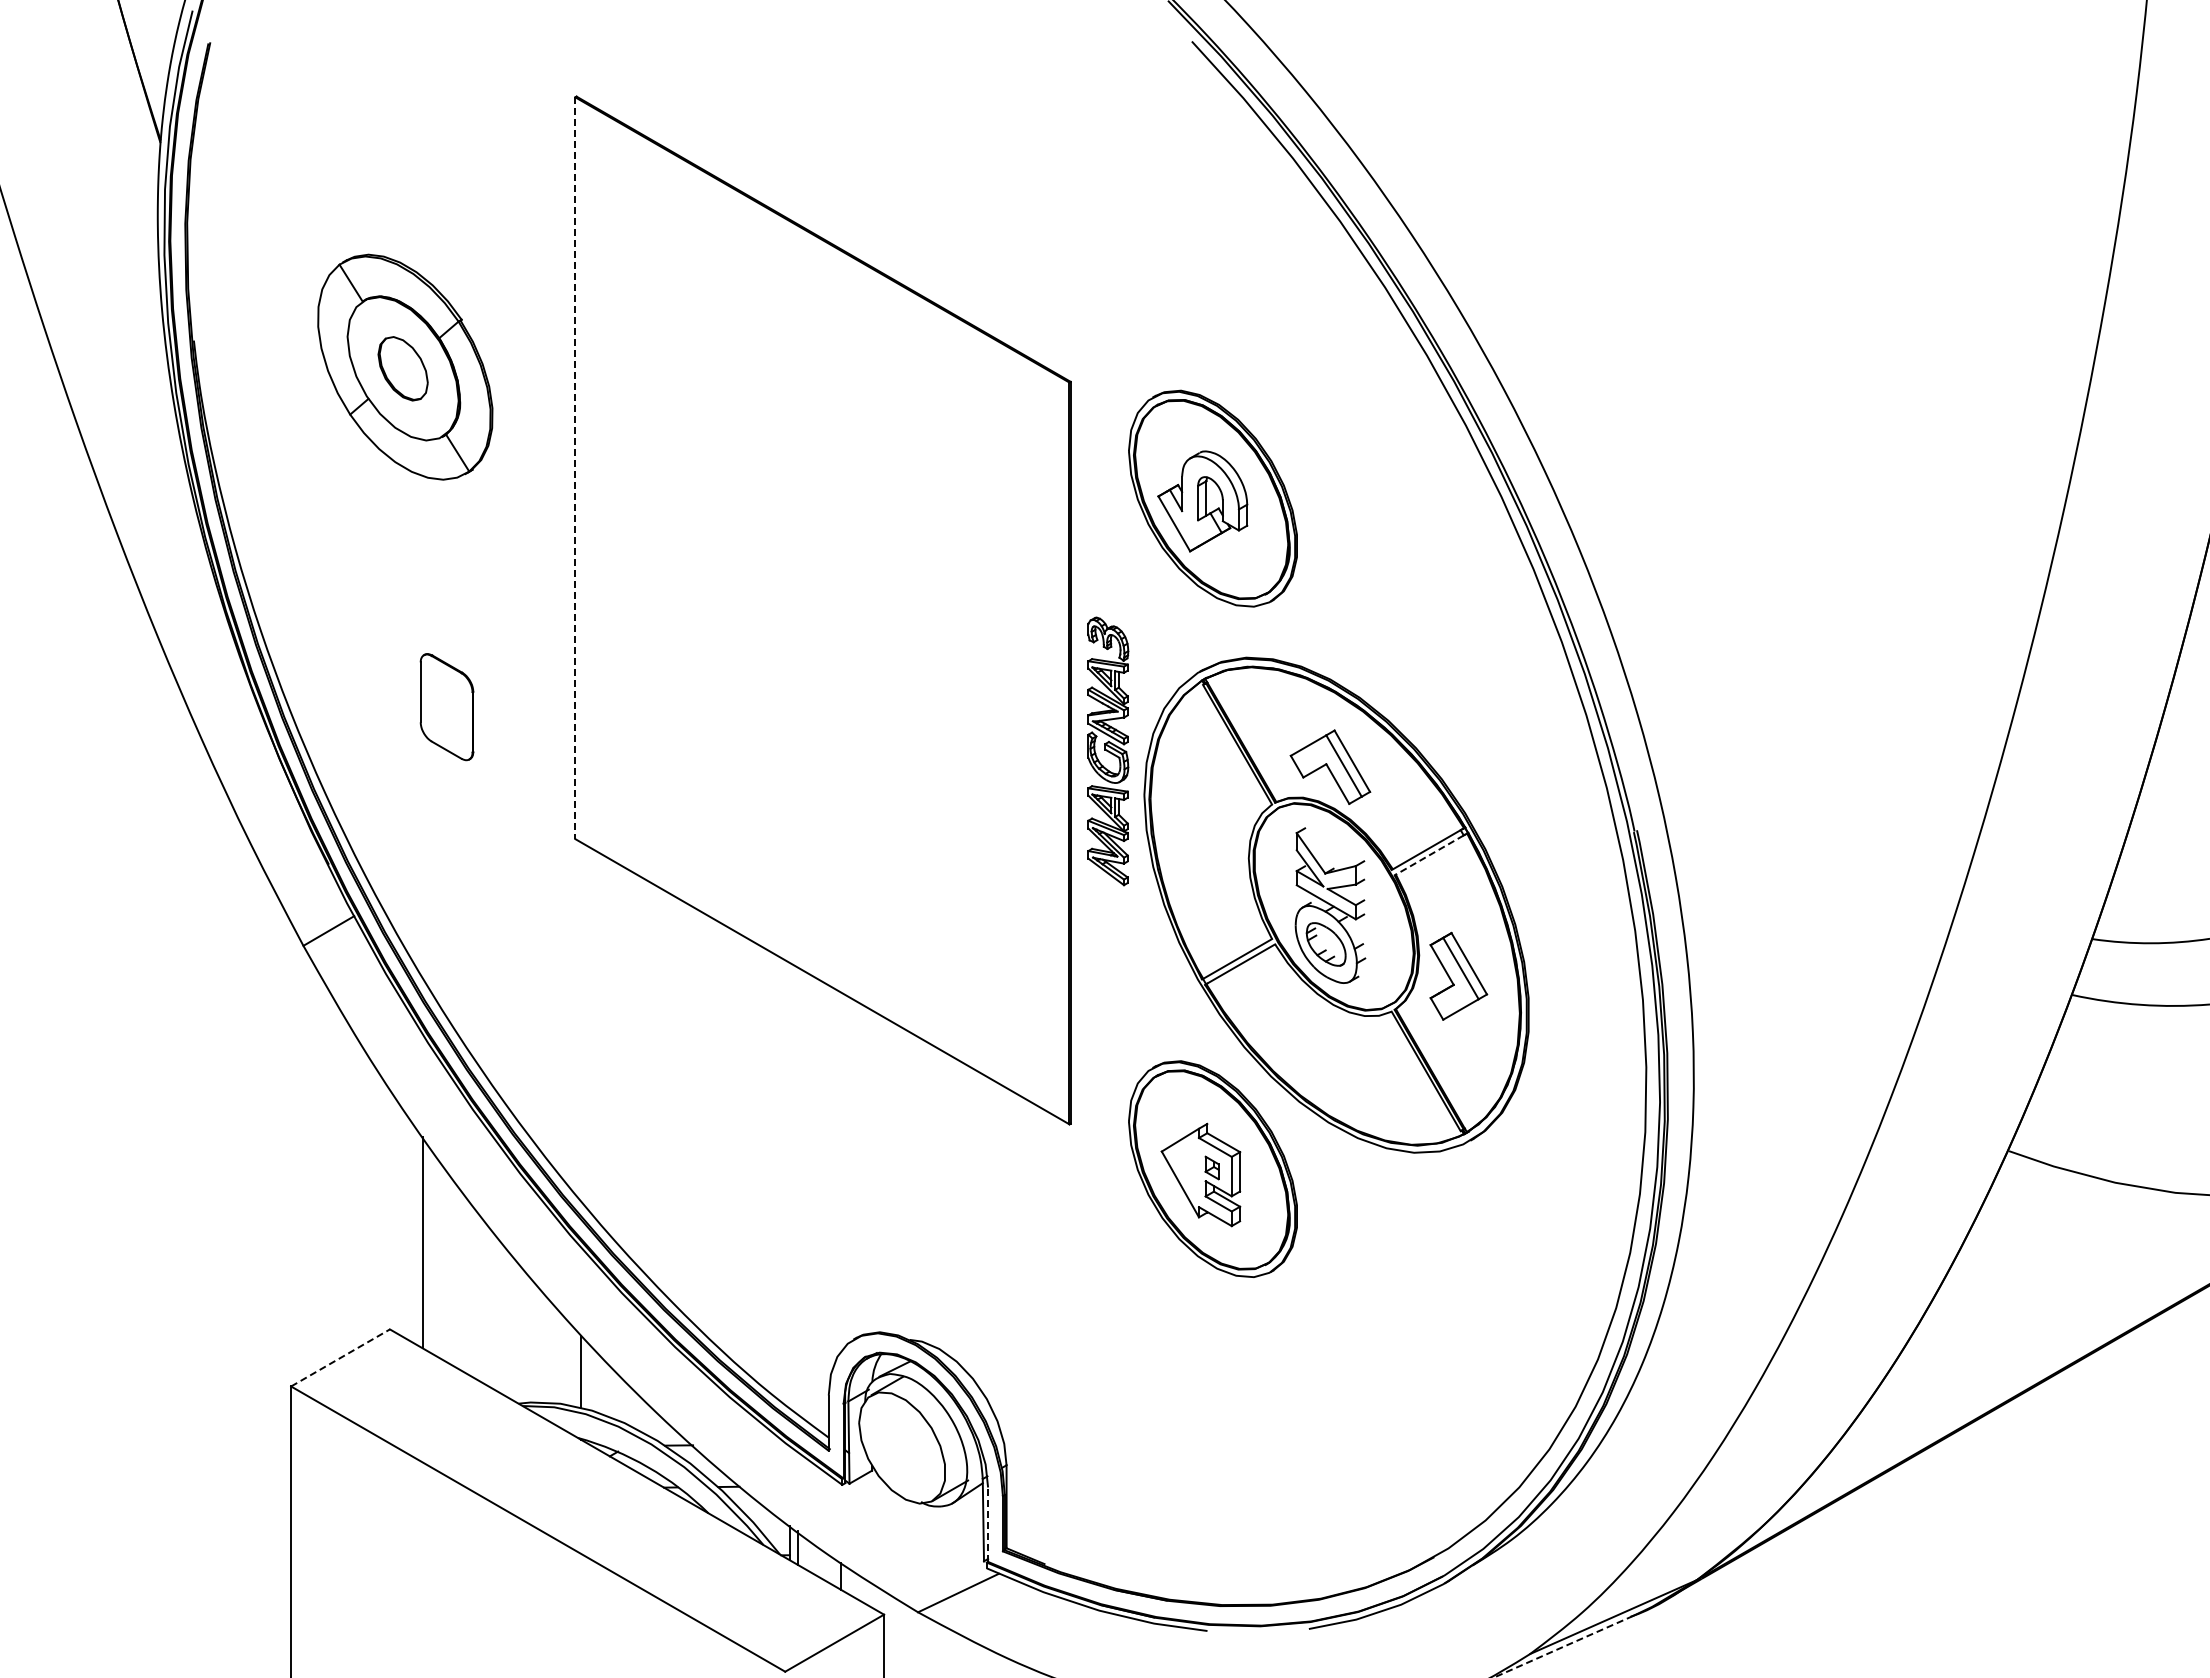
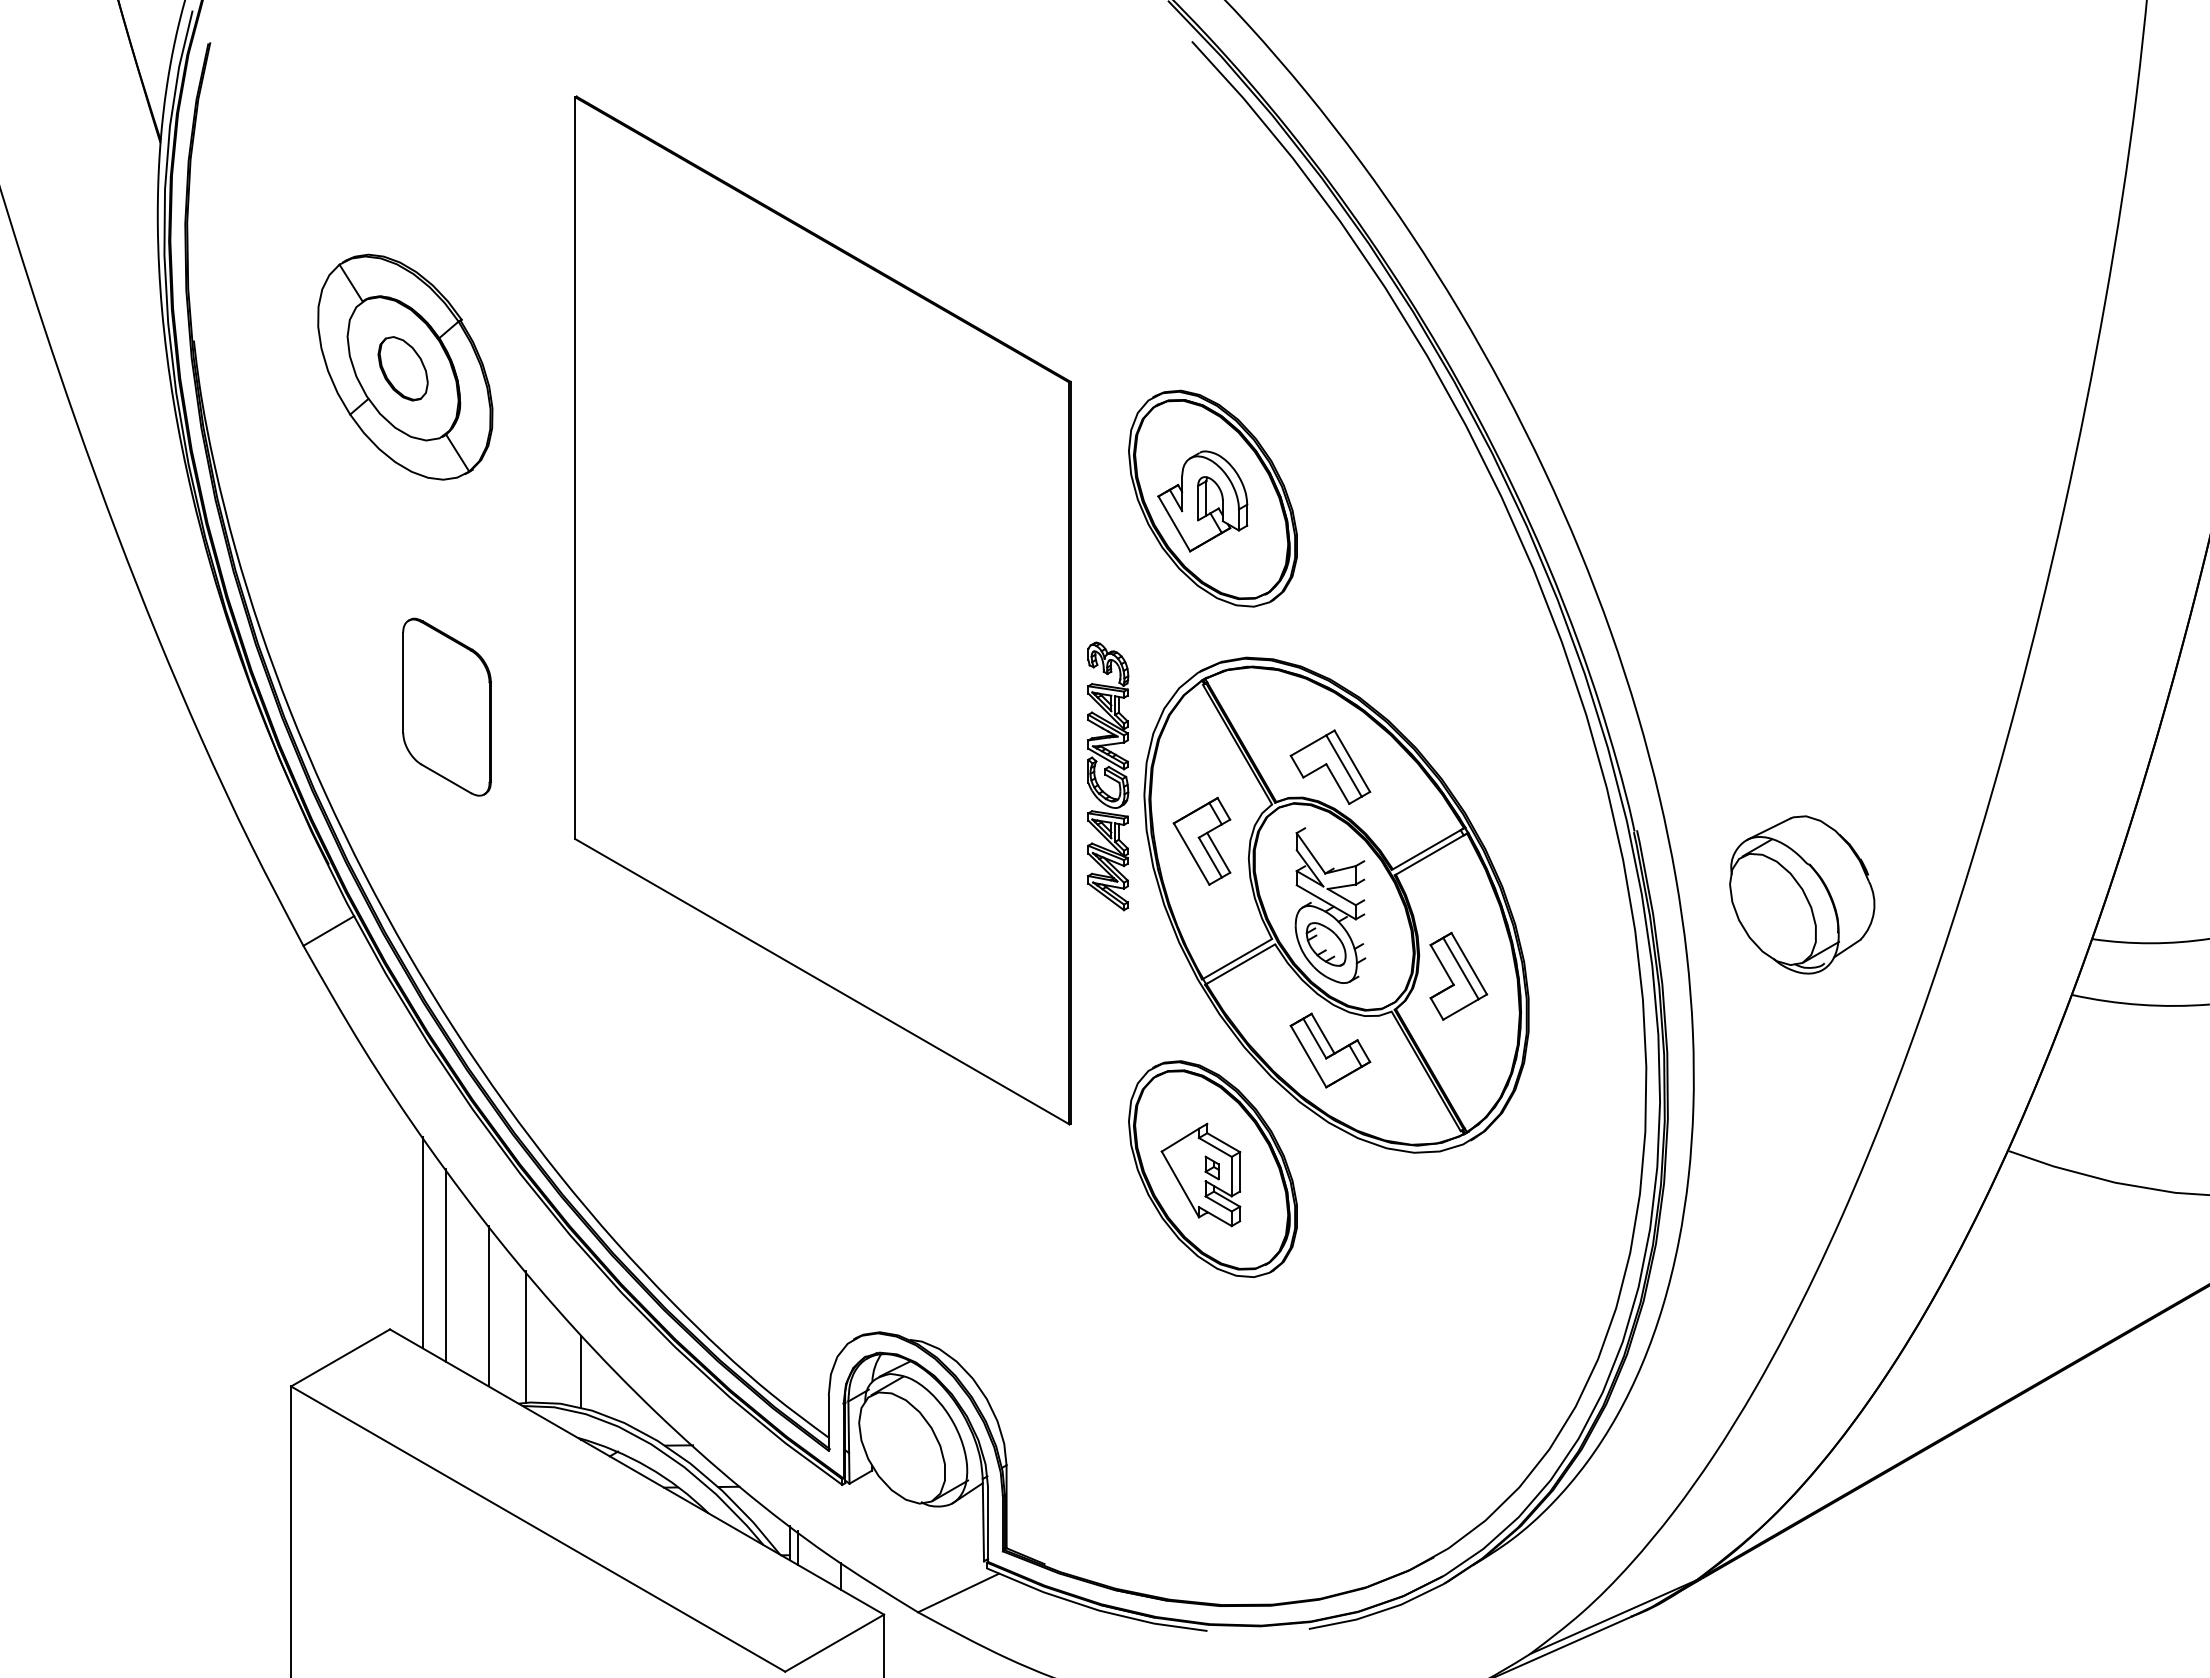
line at (575, 468): dashed -> solid
part at (446, 707) size: 56x109 px -> 90x180 px
part at (1108, 751) position: (1108, 751) -> (1108, 776)
part at (1201, 841): none -> present
line at (1429, 855): dashed -> solid
part at (1802, 894): none -> present
part at (1330, 1050): none -> present
line at (445, 1265): none -> present
line at (488, 1306): none -> present
line at (525, 1336): none -> present
line at (340, 1357): dashed -> solid
line at (988, 1524): dashed -> solid
line at (1562, 1647): dashed -> solid
